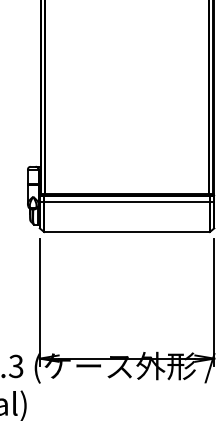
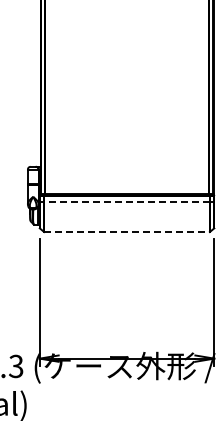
line at (127, 201): solid -> dashed
line at (127, 232): solid -> dashed
